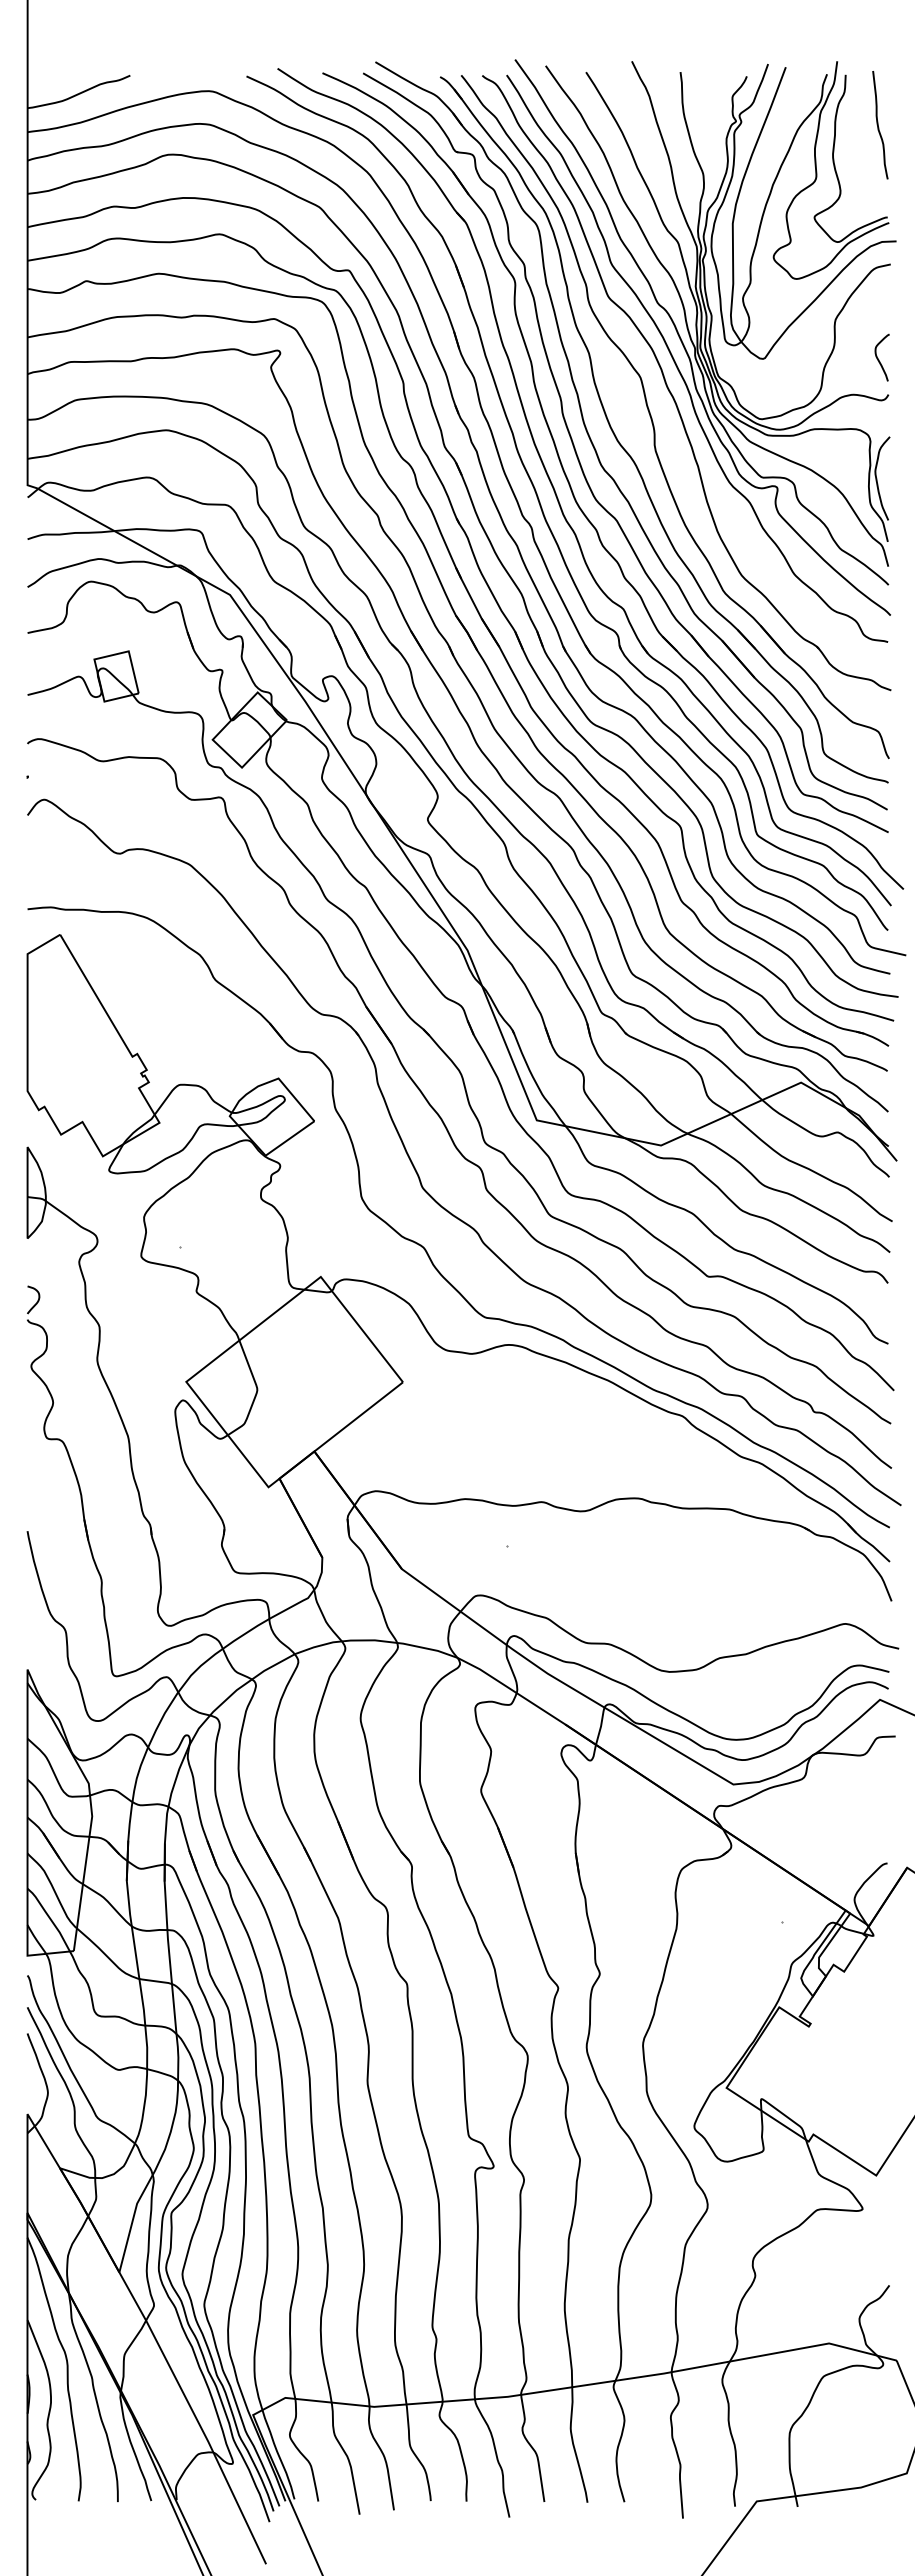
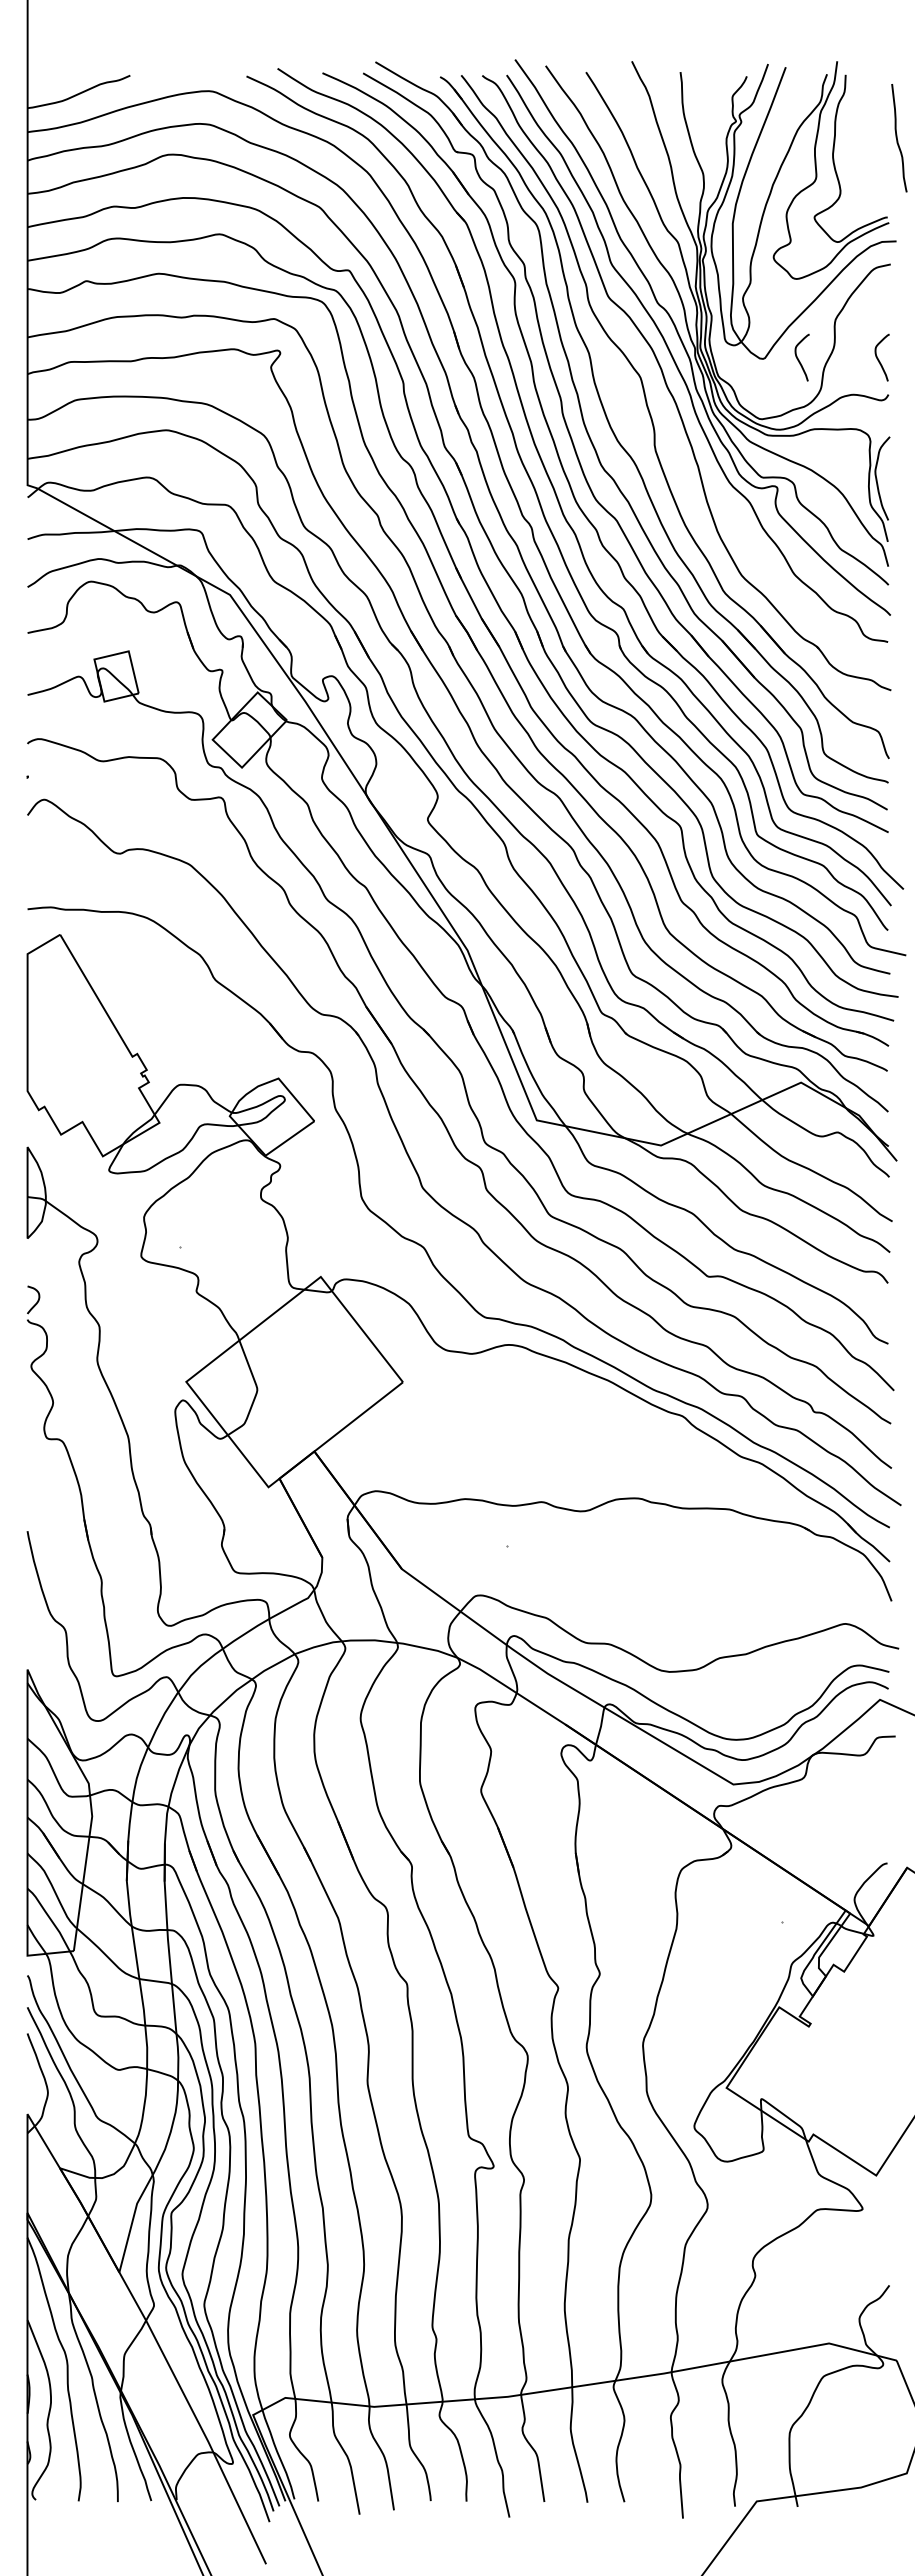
curve at (878, 125) position: (878, 125) -> (897, 138)
curve at (799, 359): none -> present
